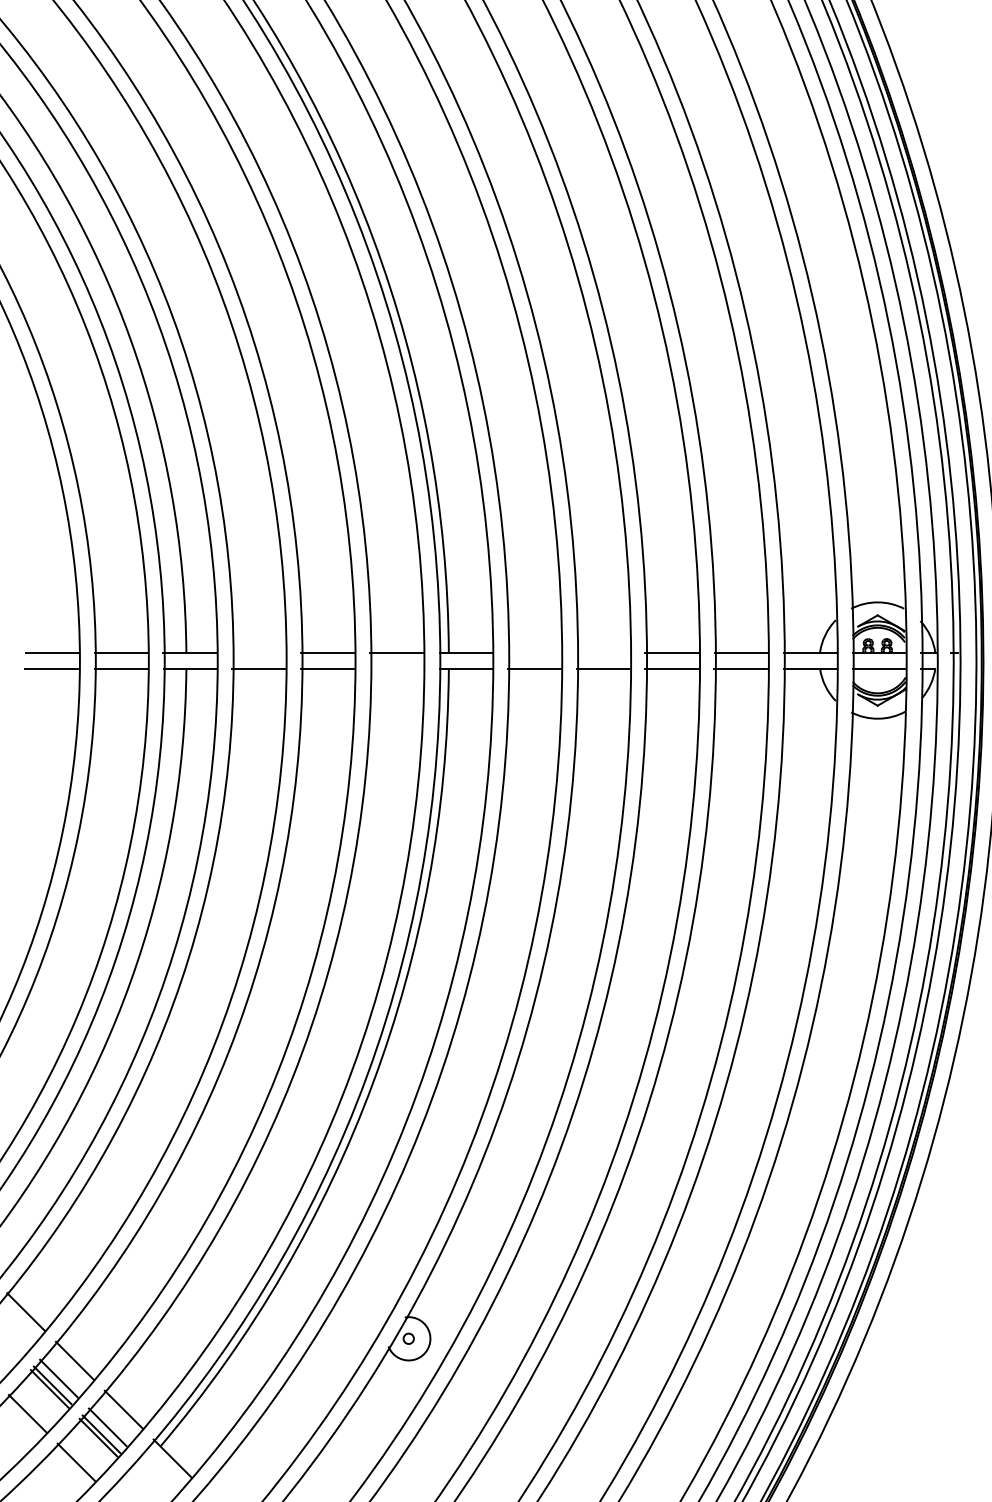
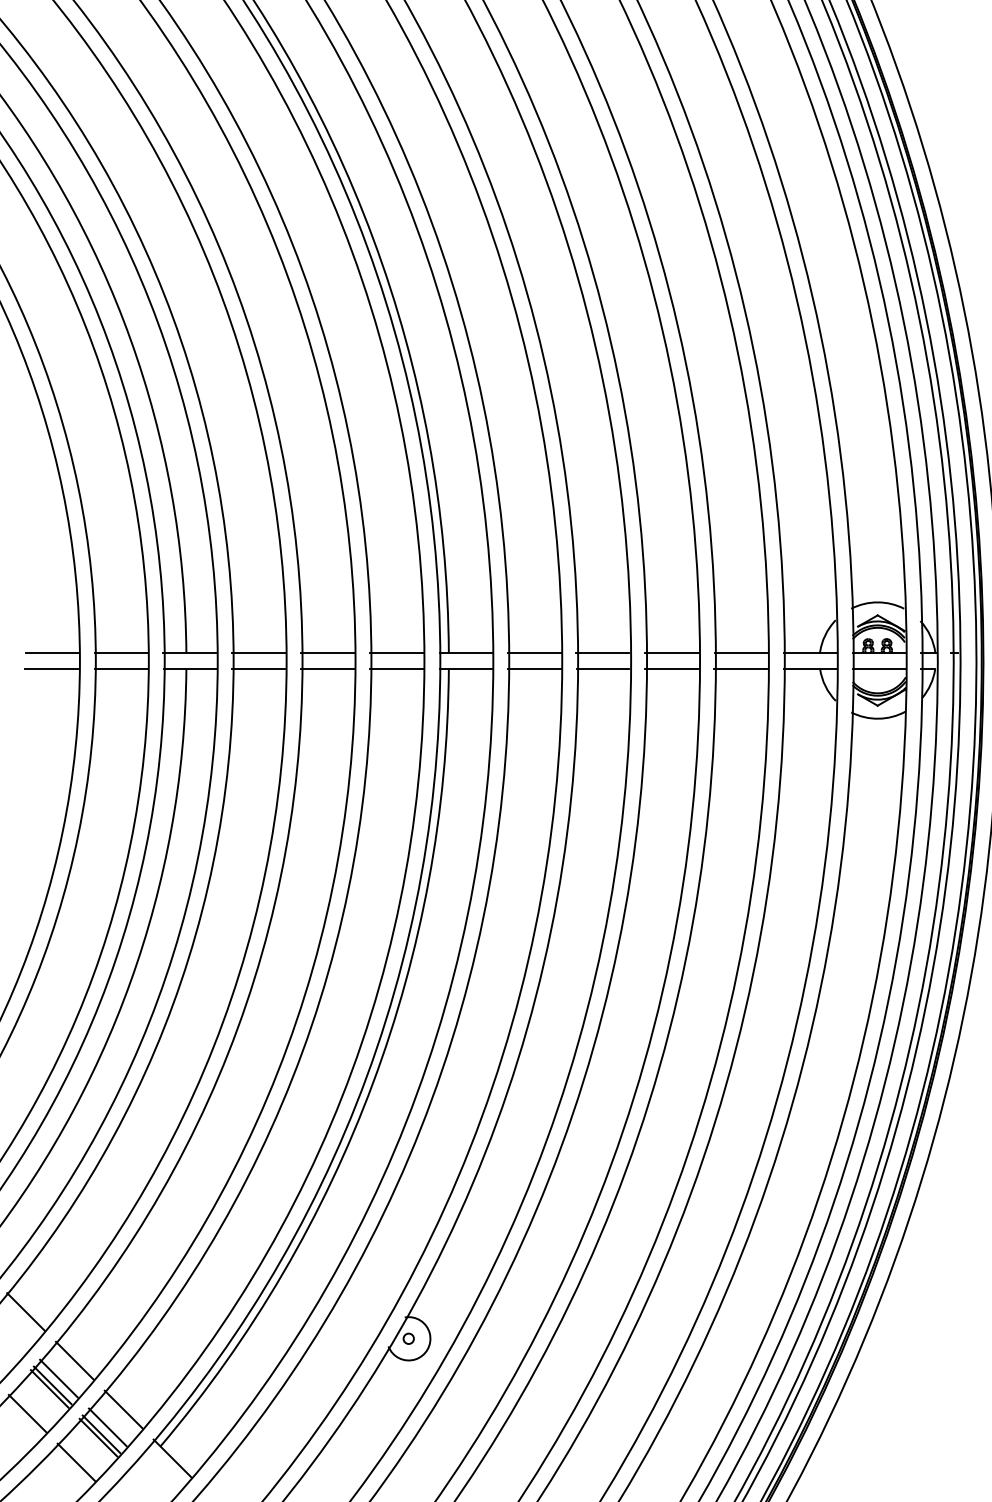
line at (257, 653): none -> present
line at (533, 653): none -> present
line at (602, 653): none -> present
line at (396, 669): none -> present
